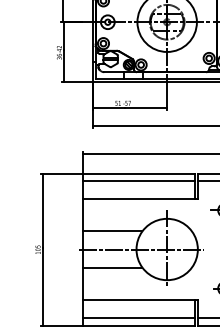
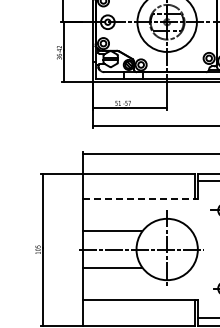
line at (138, 180): present -> none
line at (140, 198): solid -> dashed
line at (138, 318): present -> none
